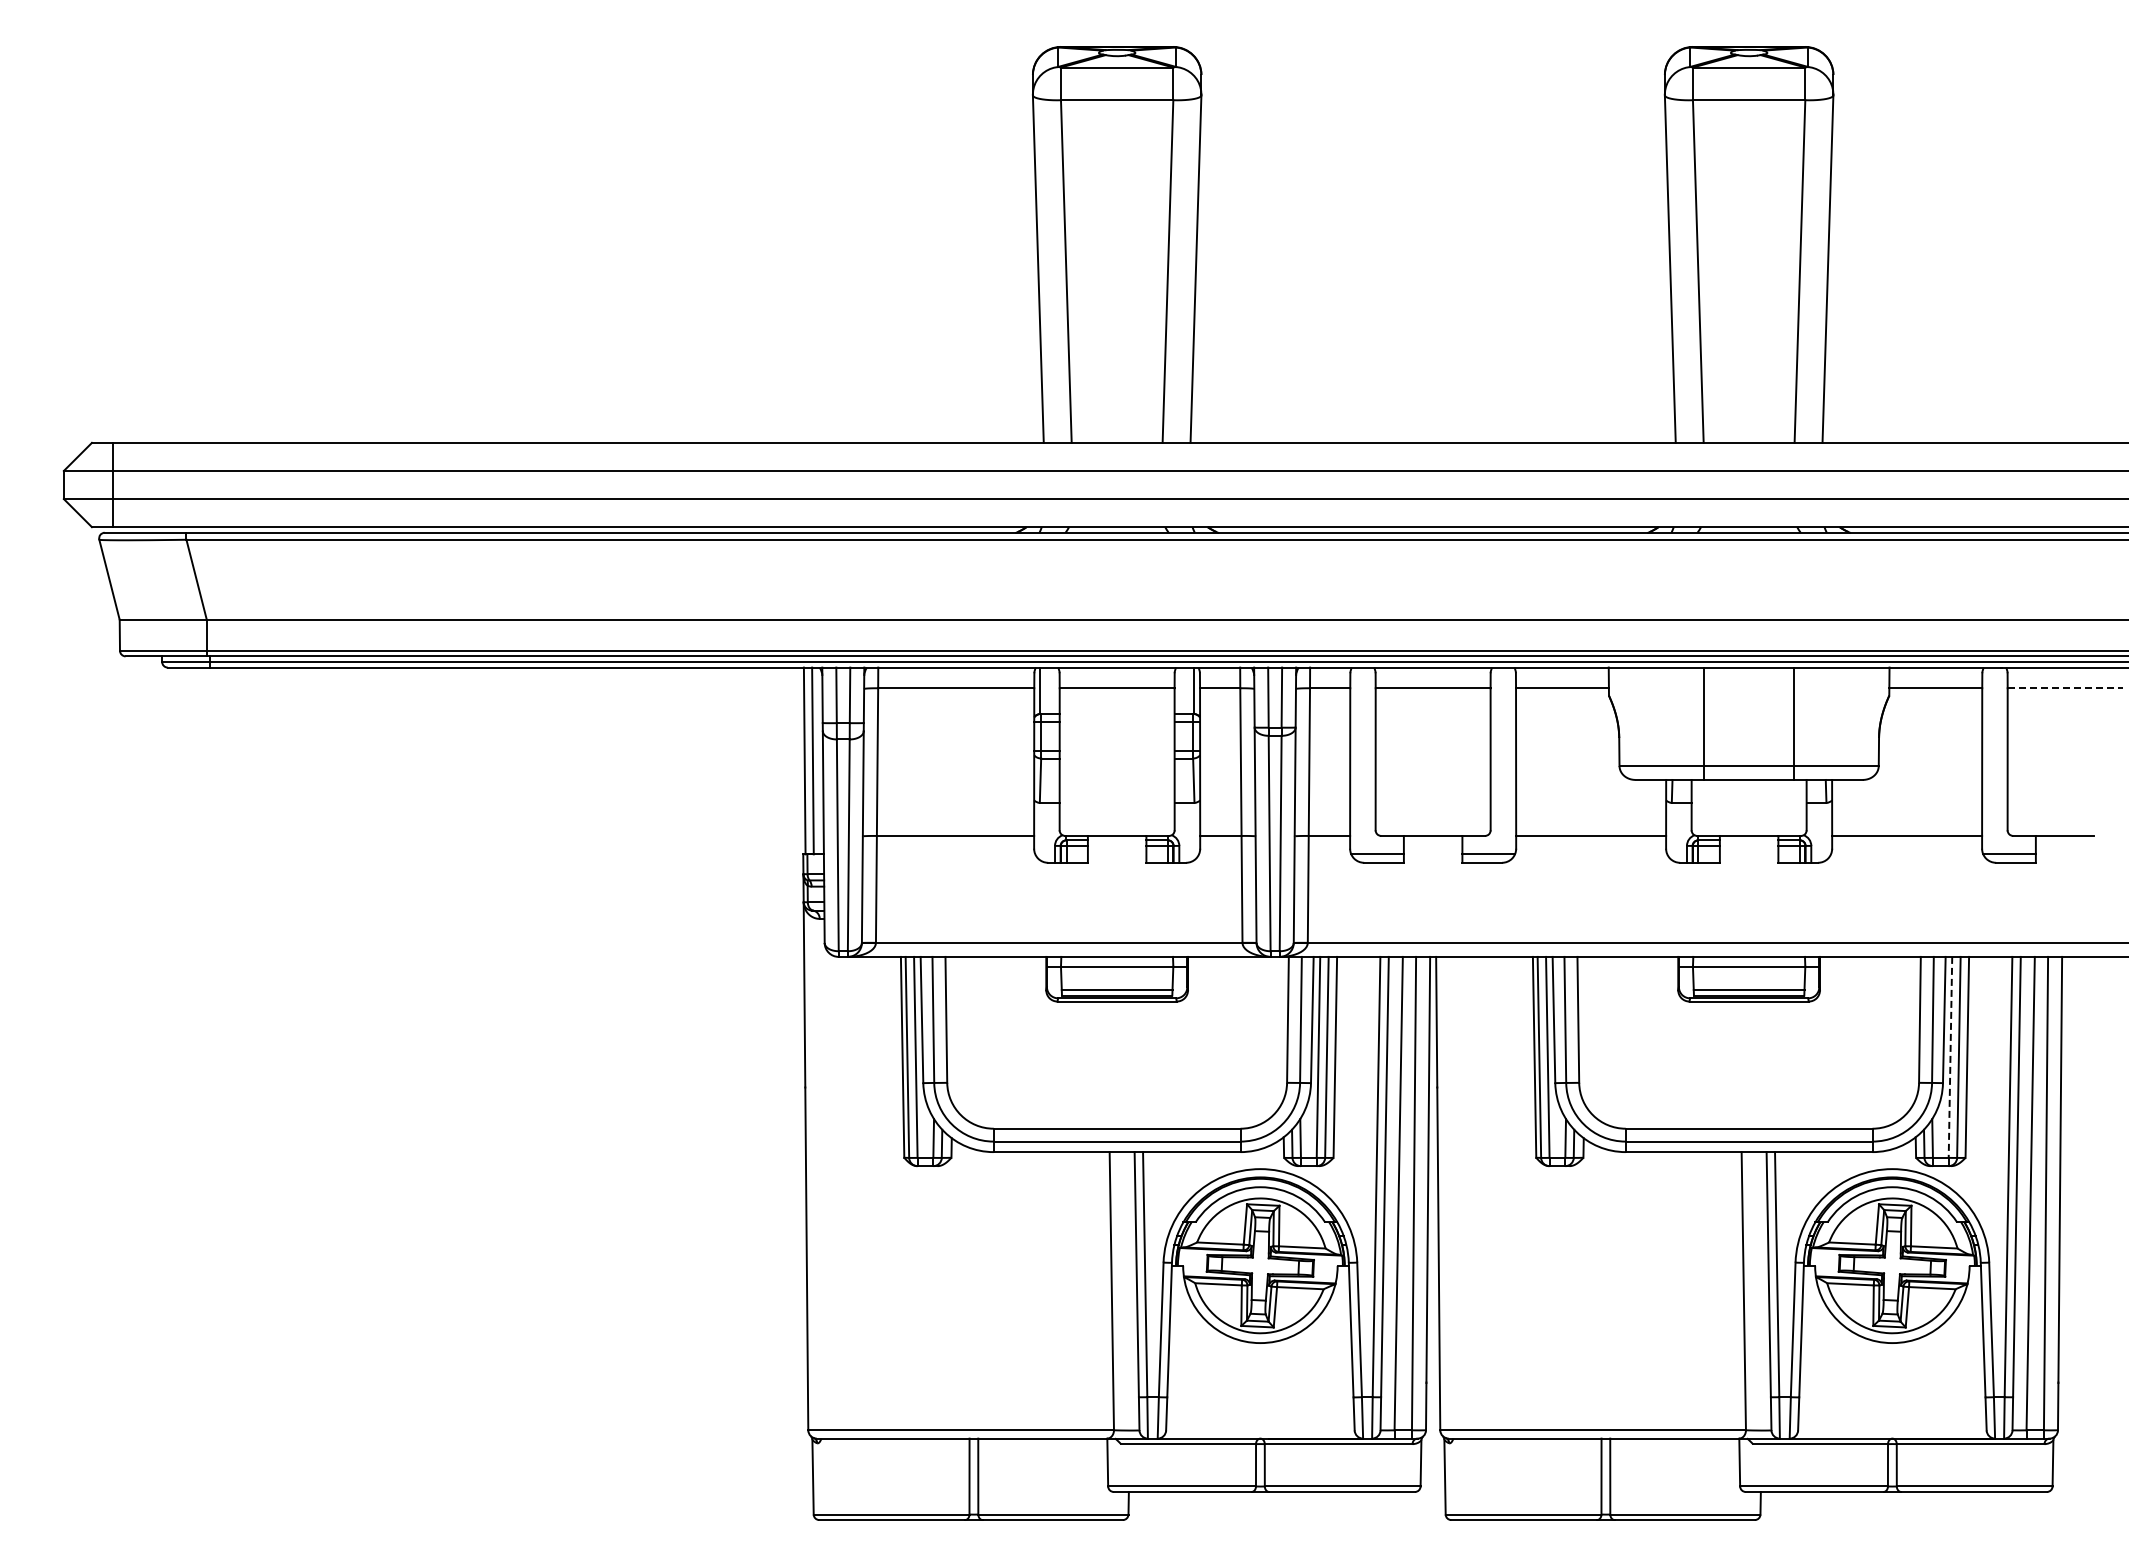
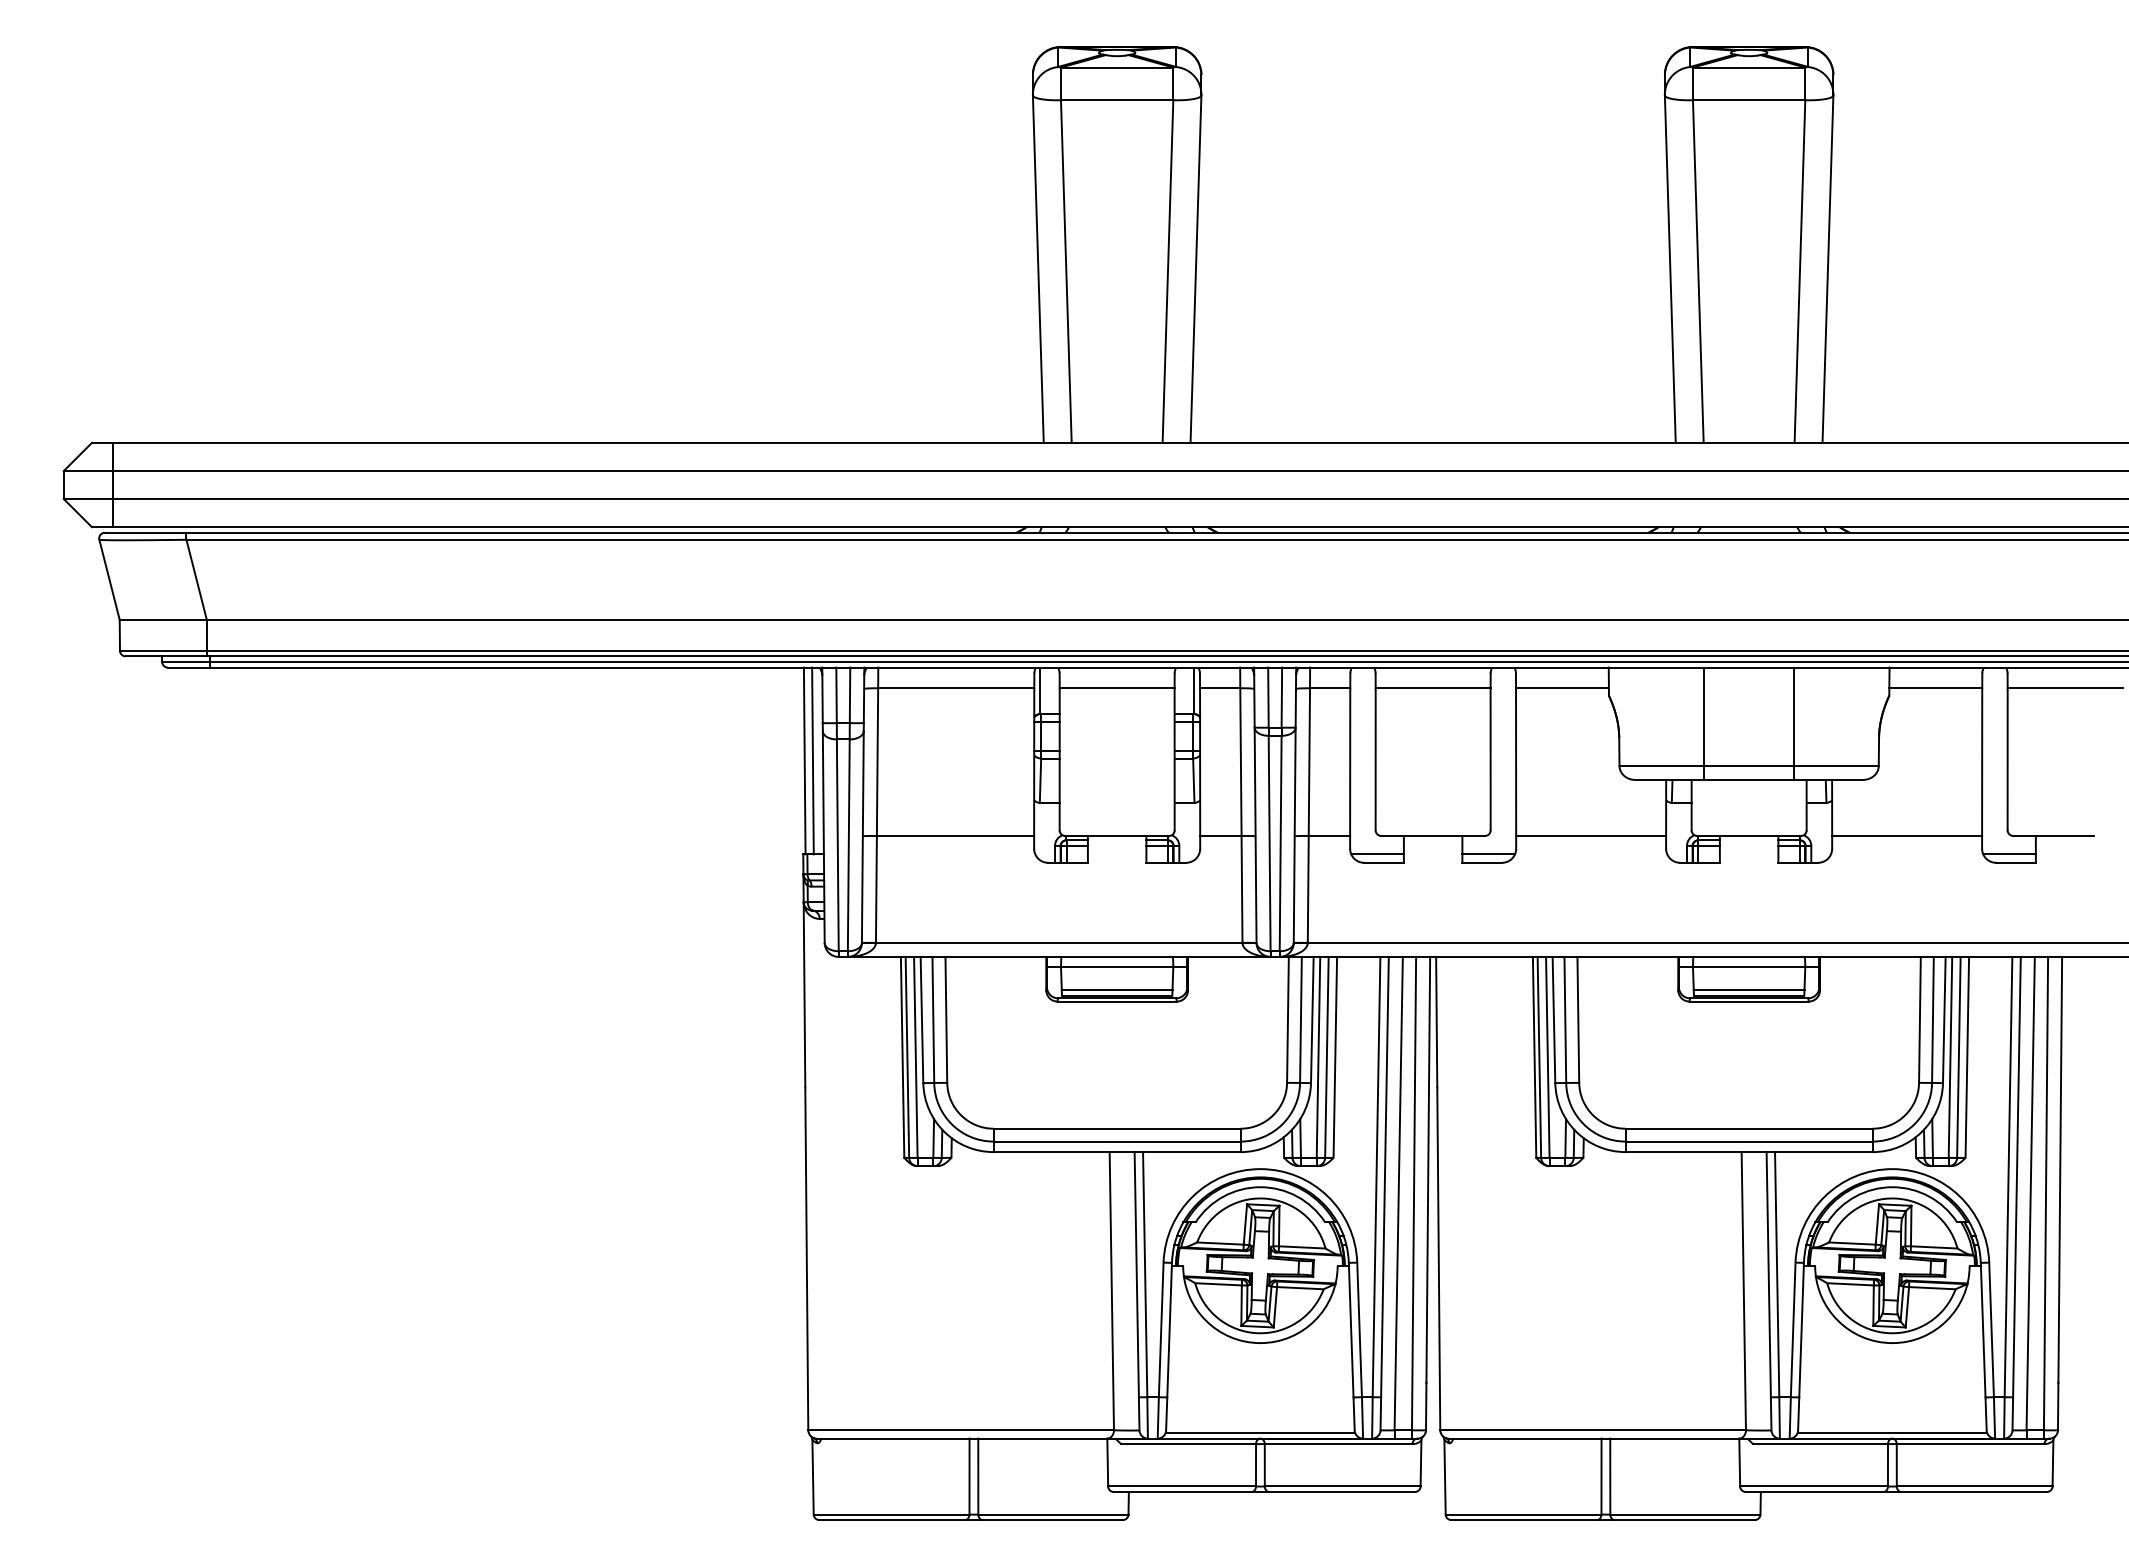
line at (2065, 688): dashed -> solid
line at (1950, 1057): dashed -> solid
line at (1260, 1433): none -> present
line at (1892, 1433): none -> present
